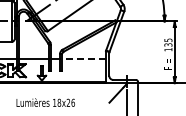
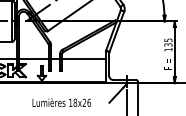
line at (84, 59): dashed -> solid
text at (45, 102) position: (45, 102) -> (61, 102)
